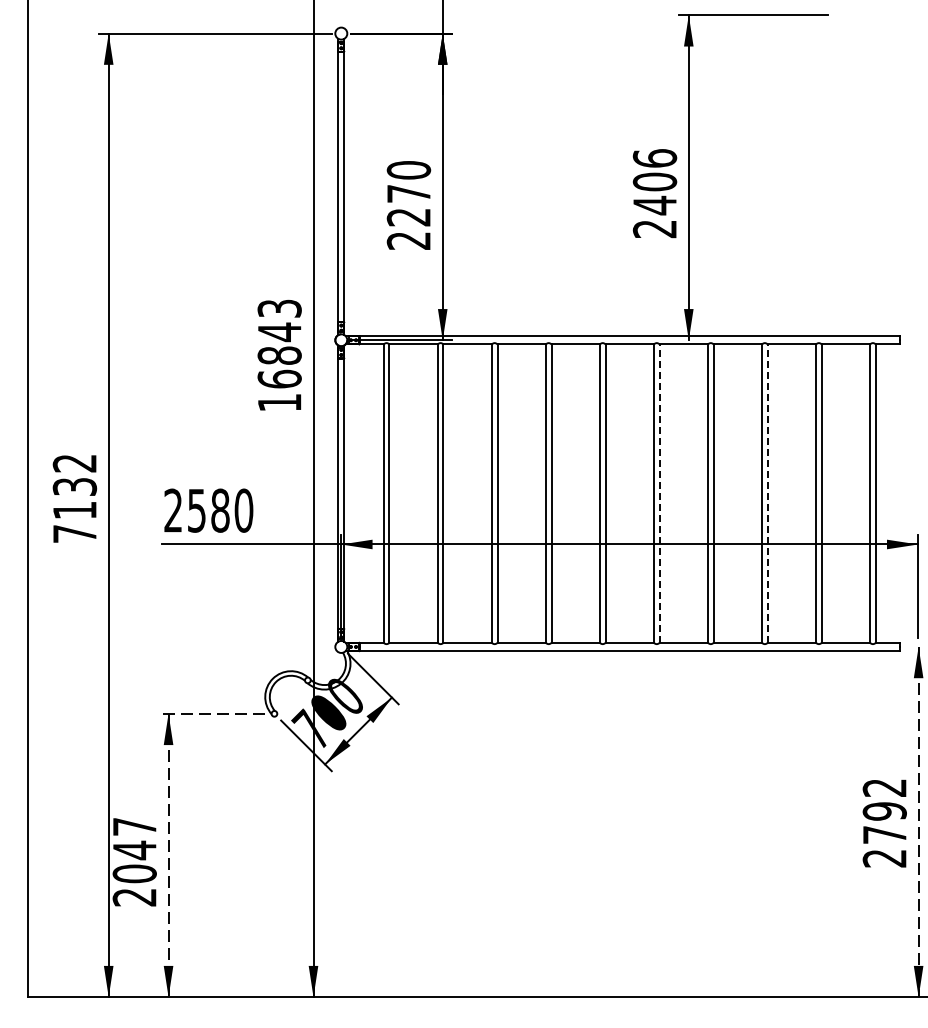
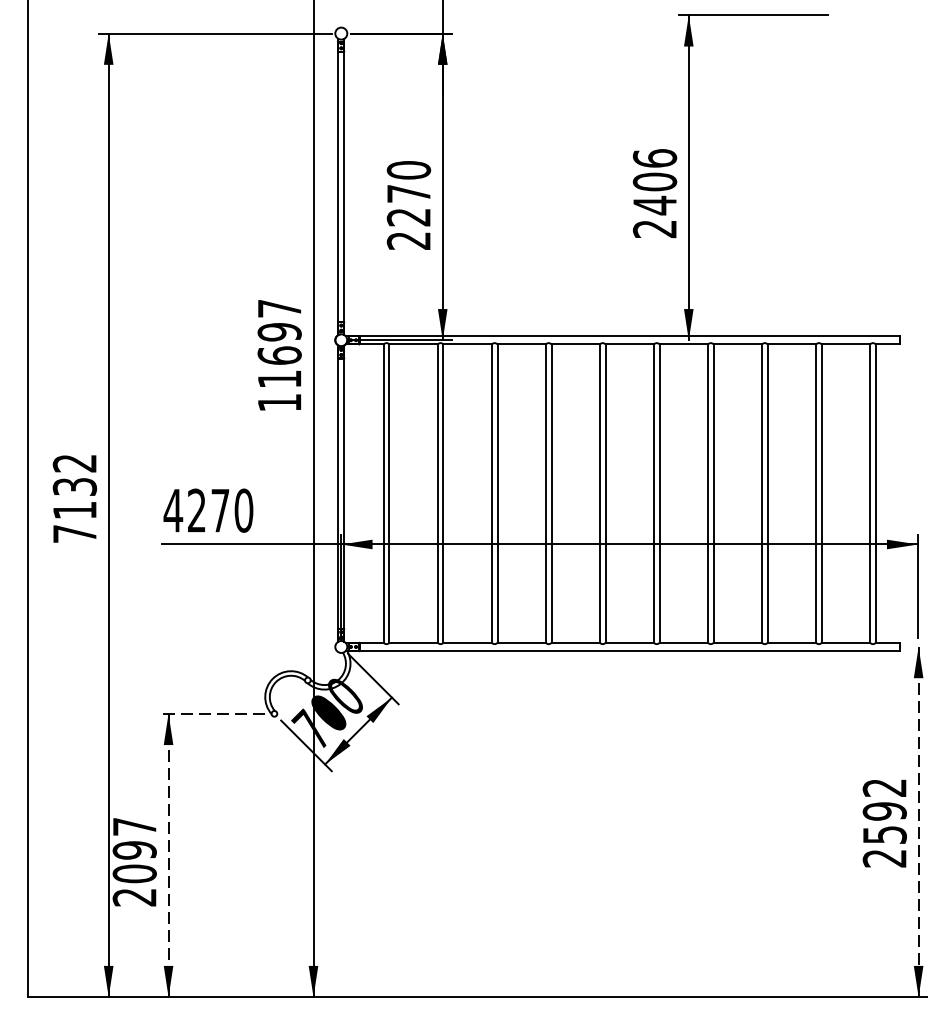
text at (279, 343): 16843 -> 11697
line at (659, 493): dashed -> solid
line at (767, 493): dashed -> solid
text at (196, 510): 2580 -> 4270
text at (884, 834): 2792 -> 2592
text at (134, 850): 2047 -> 2097
